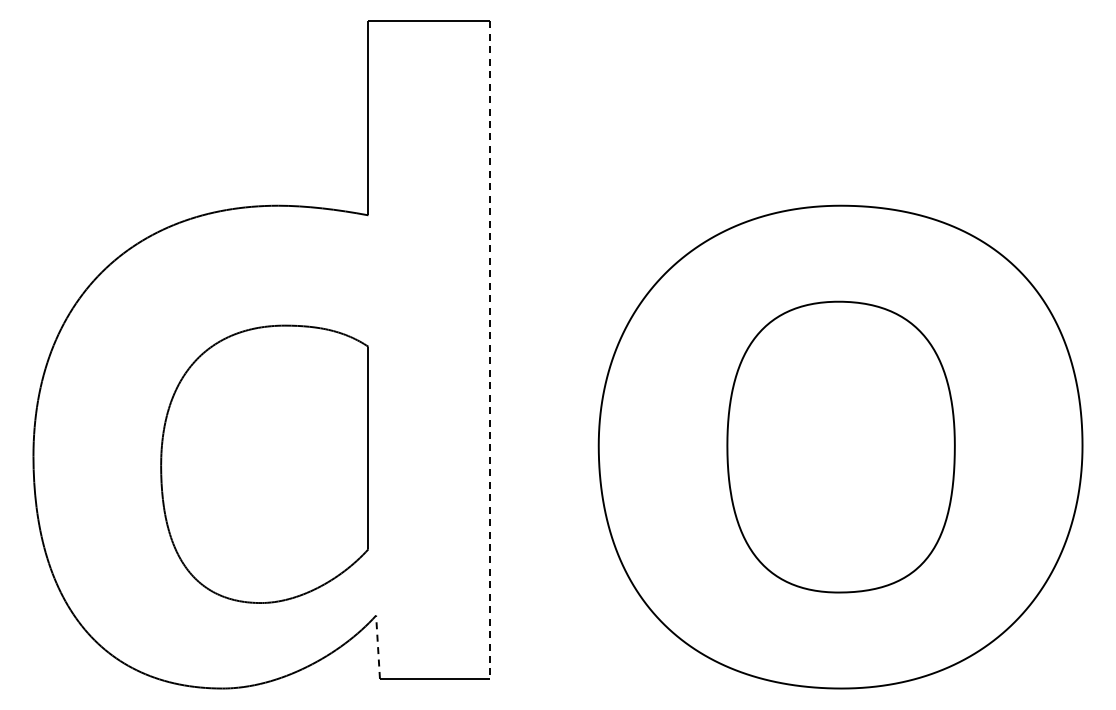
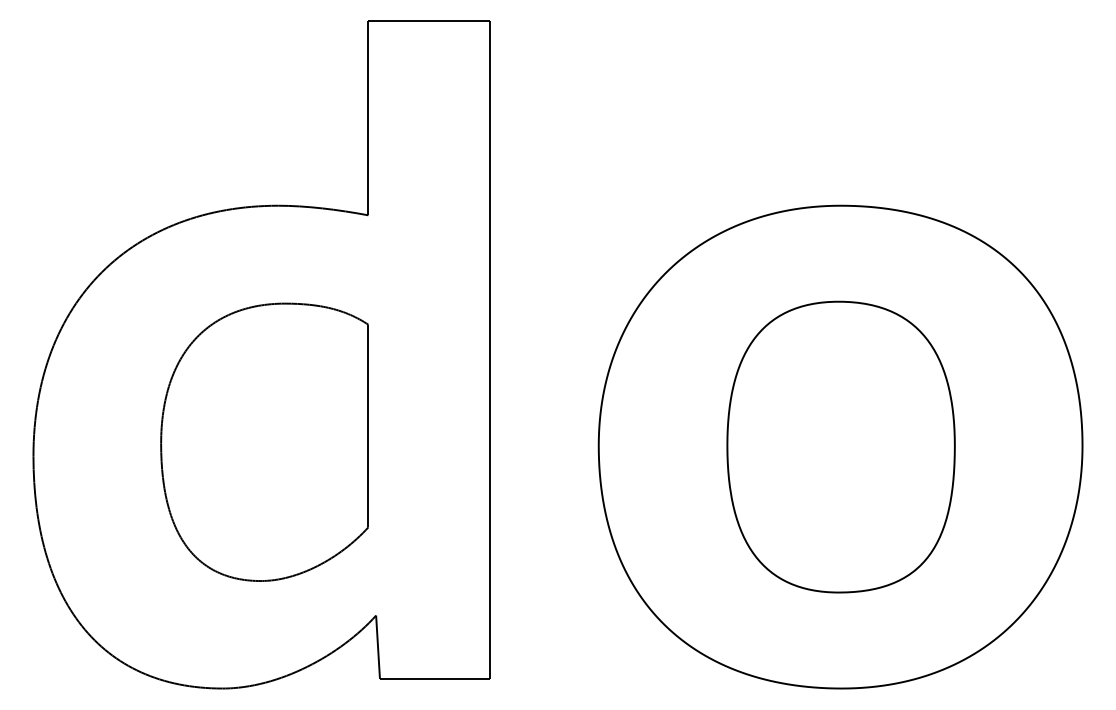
line at (490, 350): dashed -> solid
part at (264, 463) position: (264, 463) -> (264, 441)
line at (378, 647): dashed -> solid
